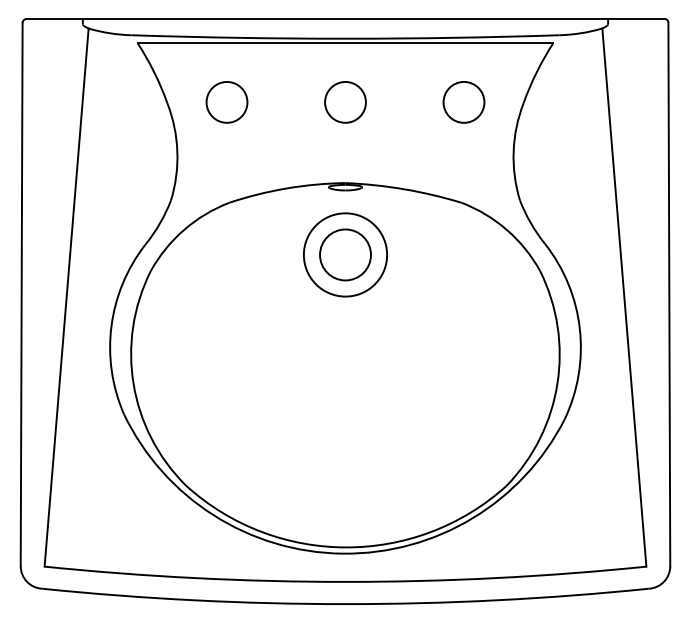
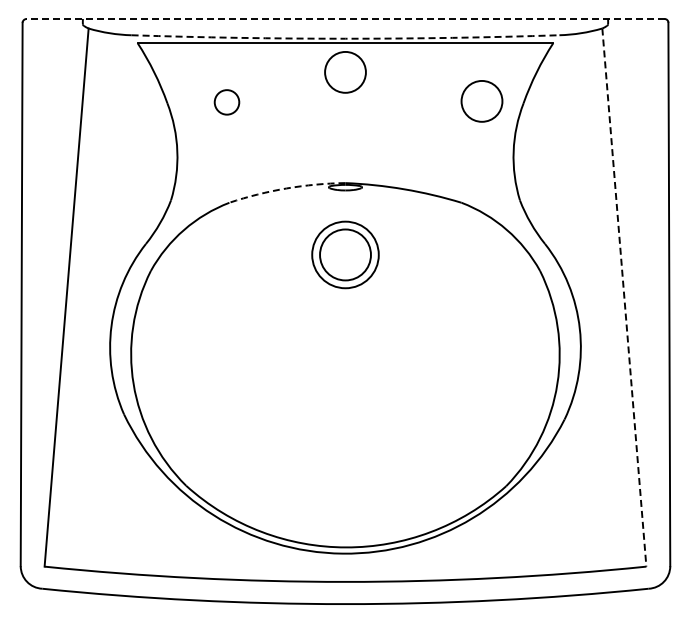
line at (344, 19): solid -> dashed
arc at (345, 38): solid -> dashed
circle at (226, 101) diameter: 41 px -> 25 px
circle at (345, 102) position: (345, 102) -> (345, 72)
circle at (463, 102) position: (463, 102) -> (481, 101)
arc at (286, 188): solid -> dashed
circle at (345, 254) diameter: 83 px -> 67 px
line at (624, 297): solid -> dashed
